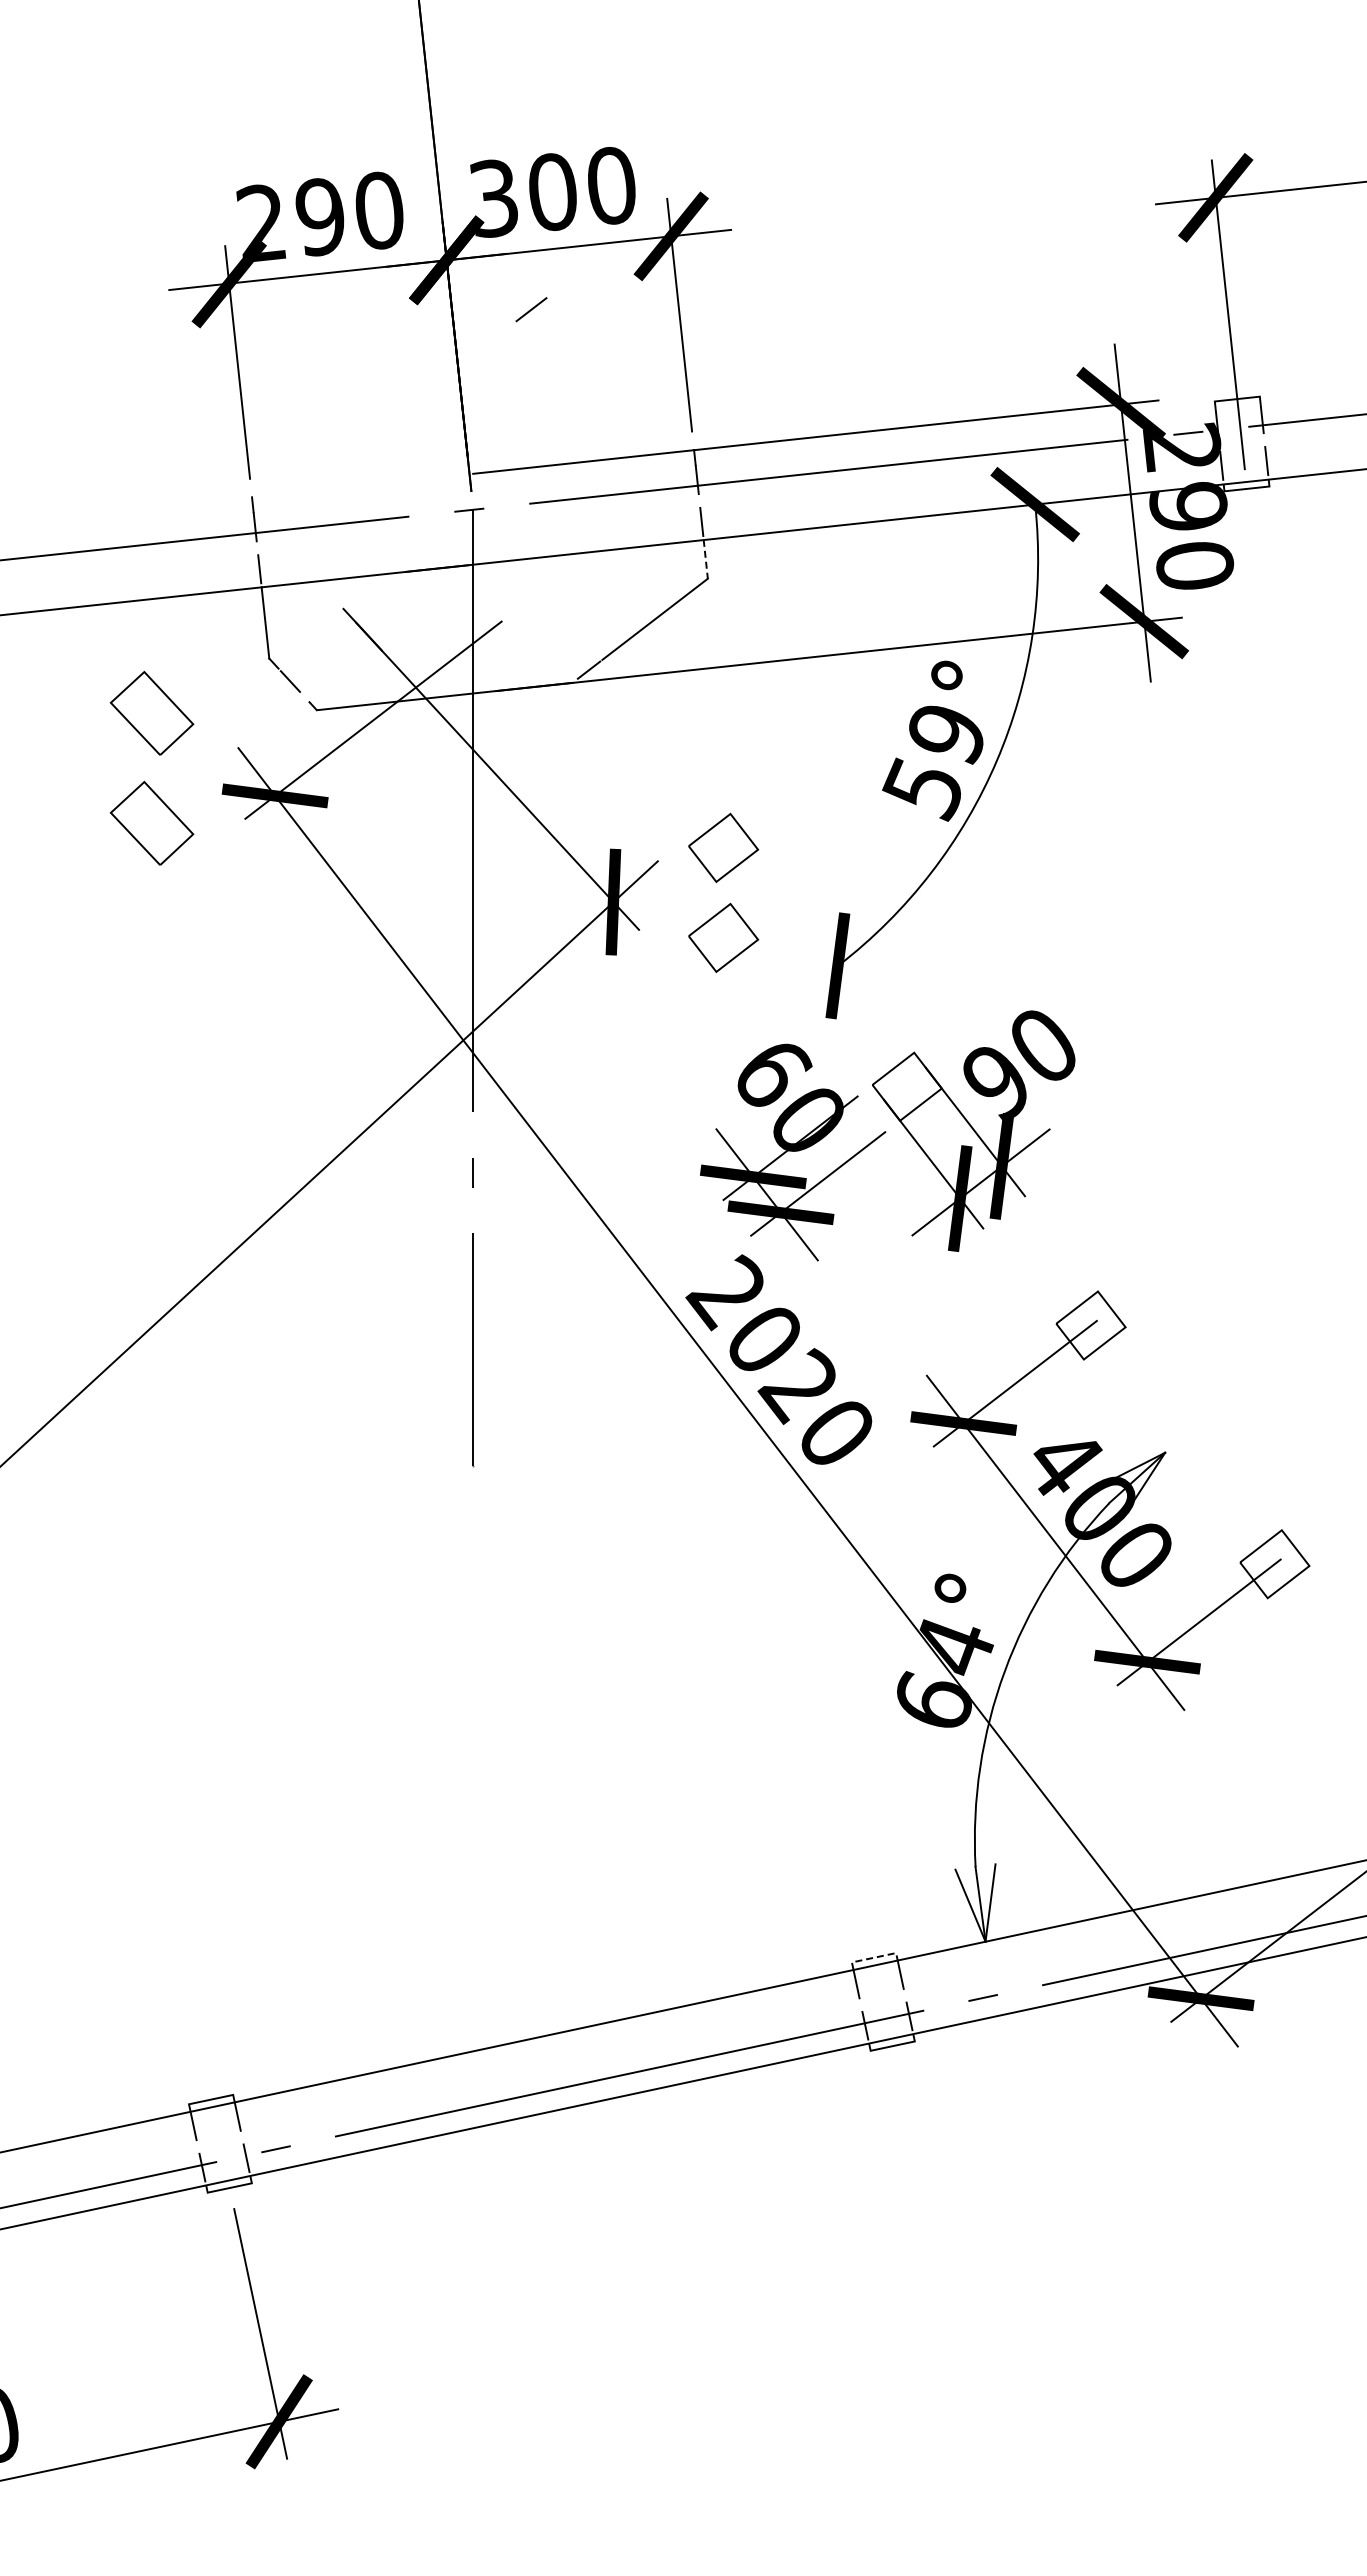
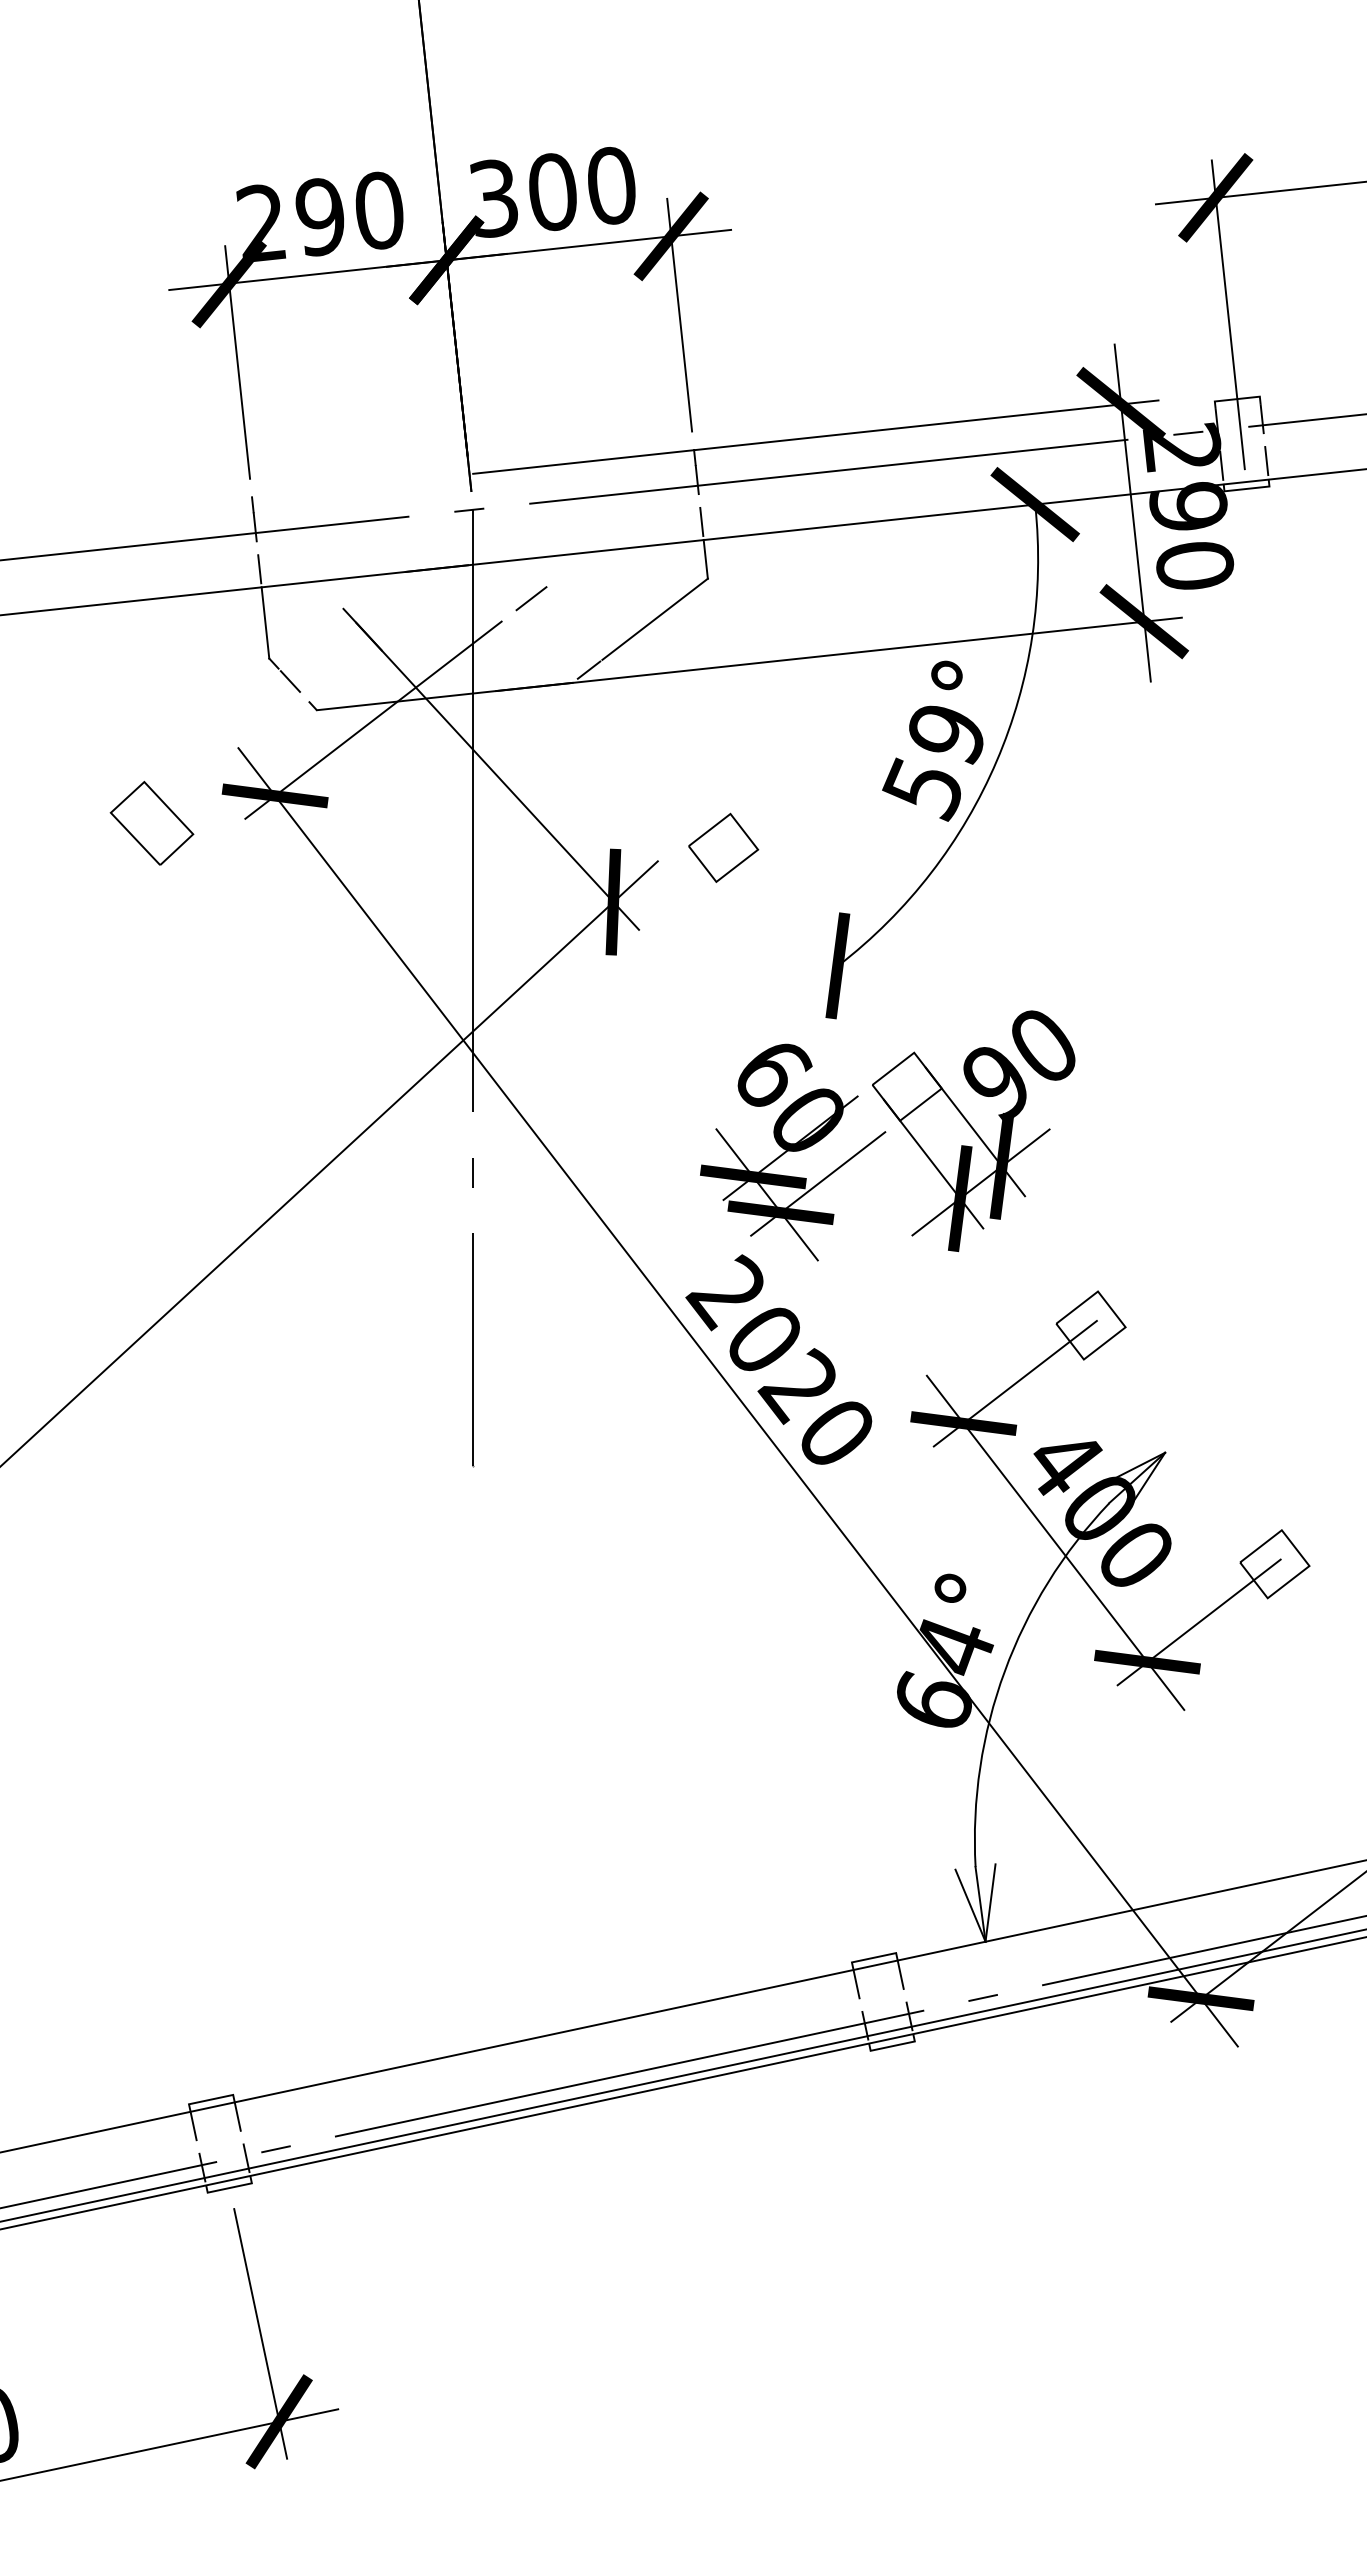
line at (531, 309) position: (531, 309) -> (531, 598)
line at (705, 559): dashed -> solid
part at (151, 713): present -> none
part at (723, 937): present -> none
line at (874, 1957): dashed -> solid
line at (682, 2075): none -> present
